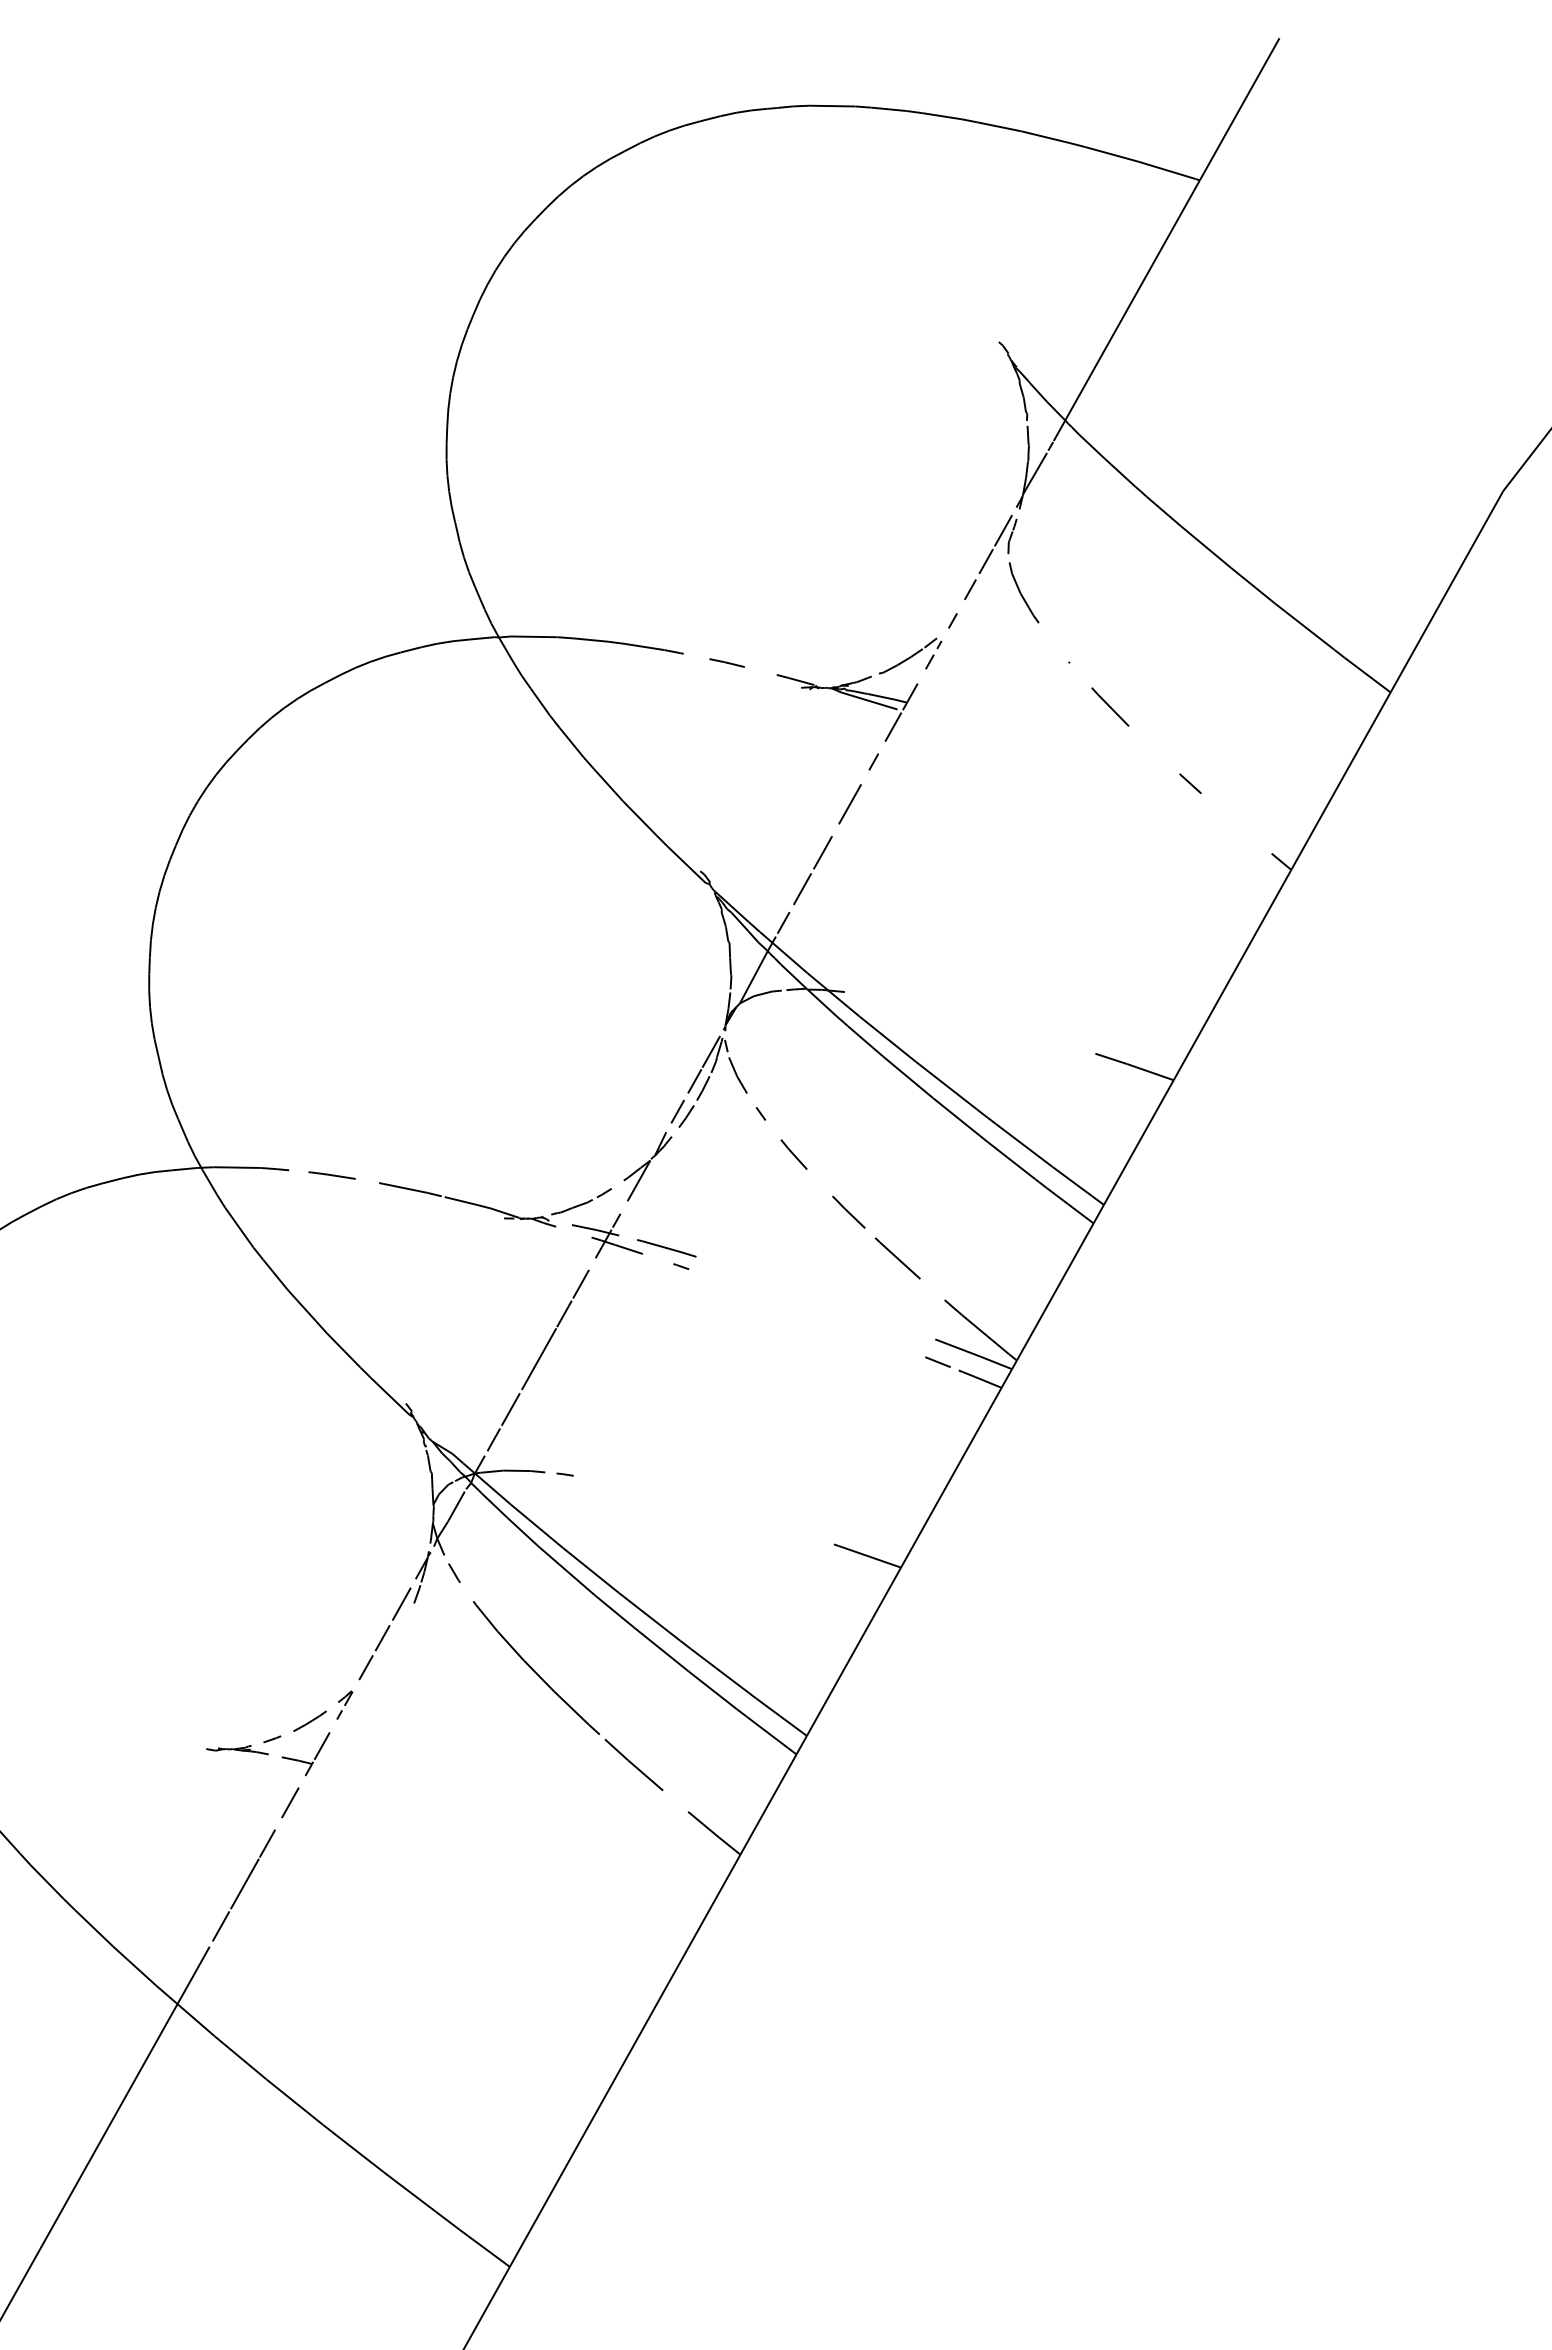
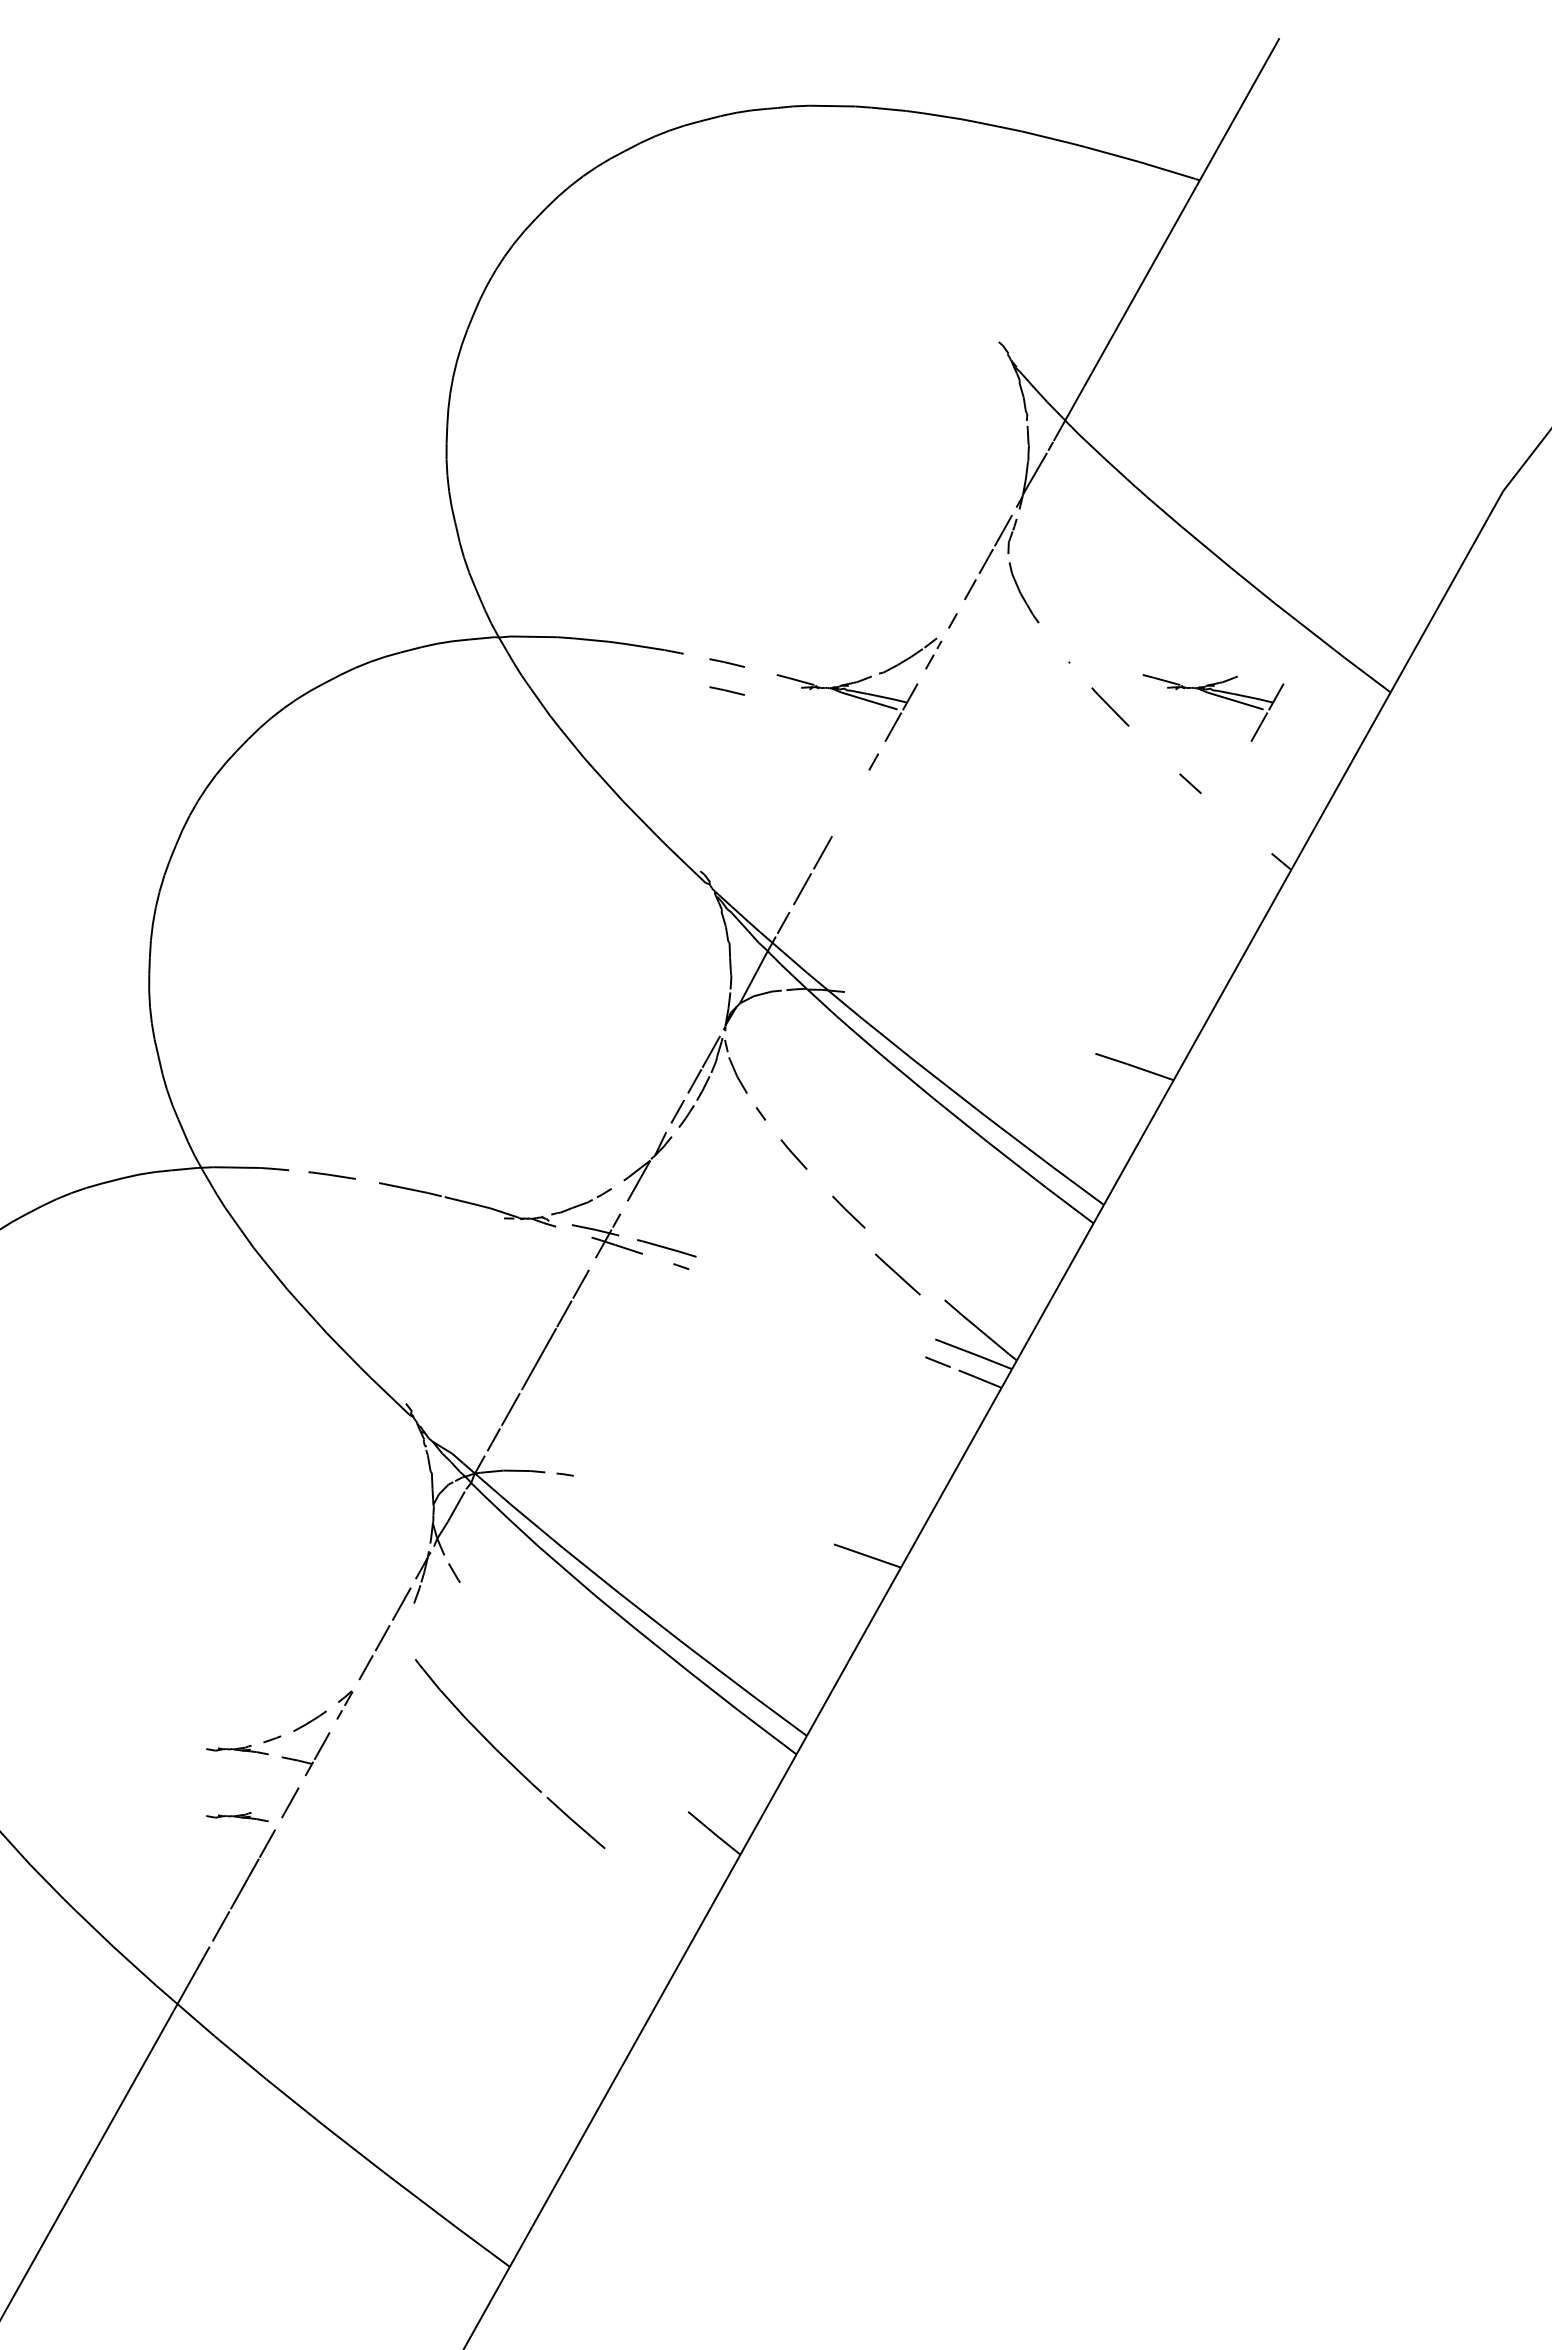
line at (726, 690): none -> present
part at (1216, 696): none -> present
line at (849, 804): present -> none
line at (897, 1258) position: (897, 1258) -> (897, 1274)
part at (568, 1696) position: (568, 1696) -> (510, 1754)
part at (237, 1817): none -> present
